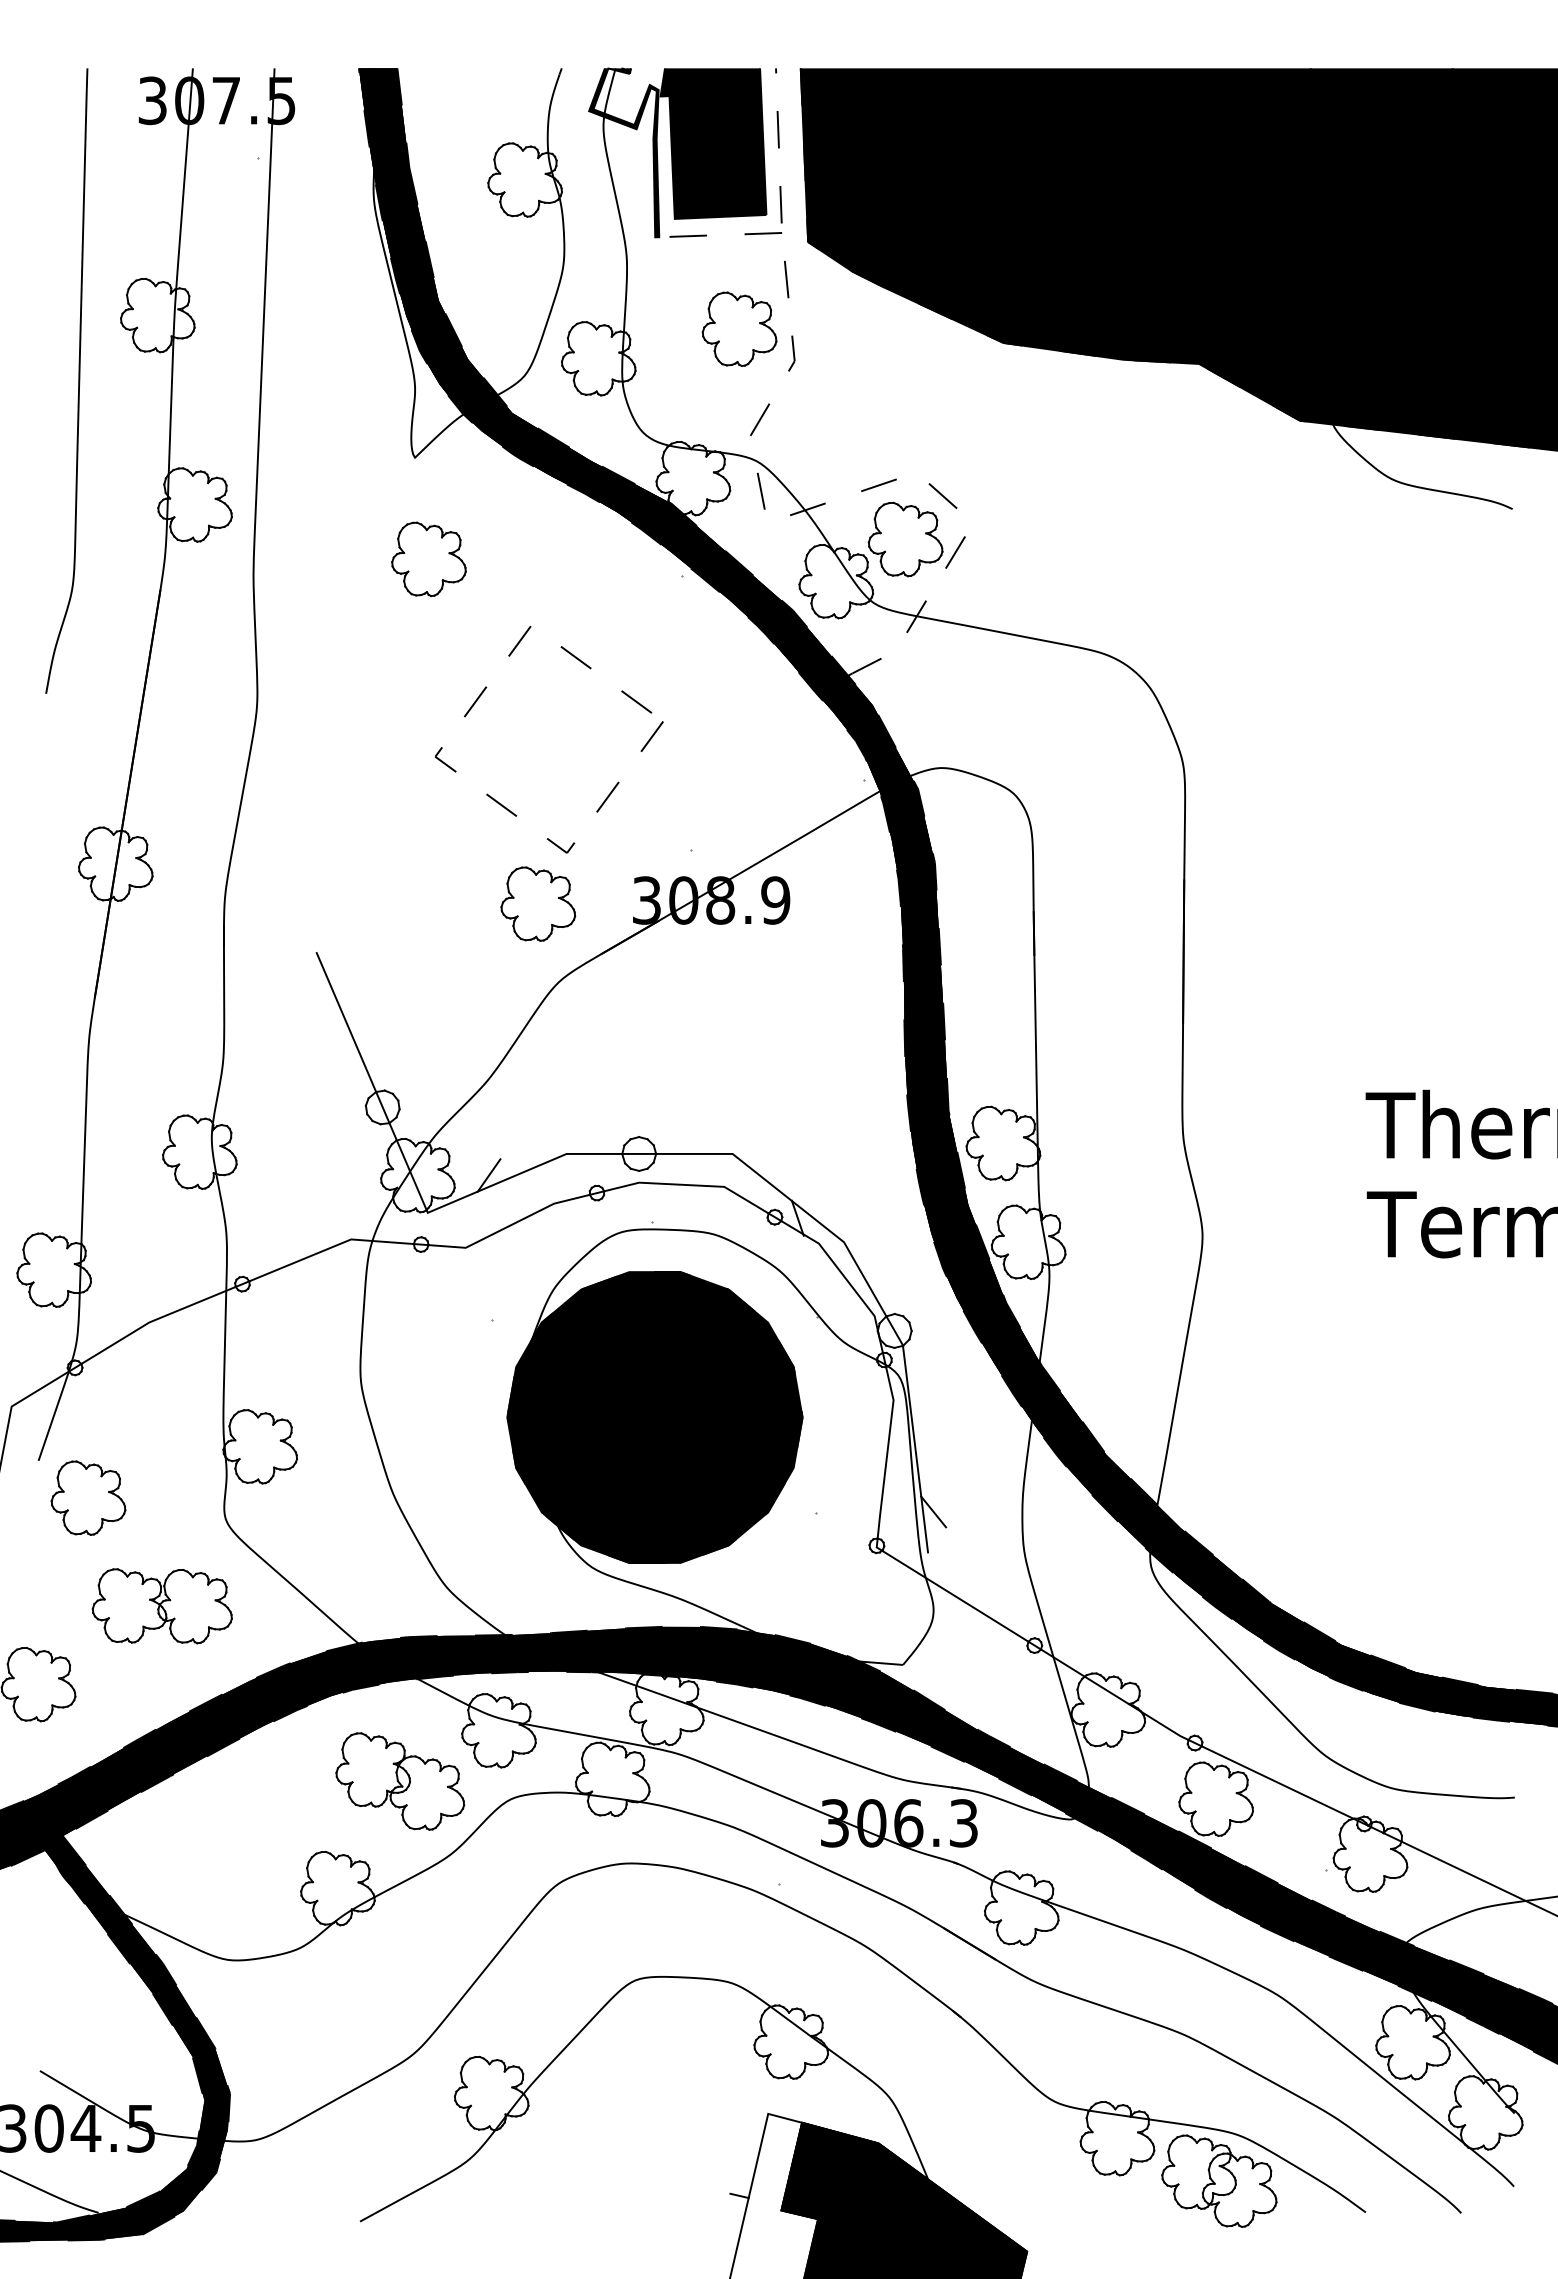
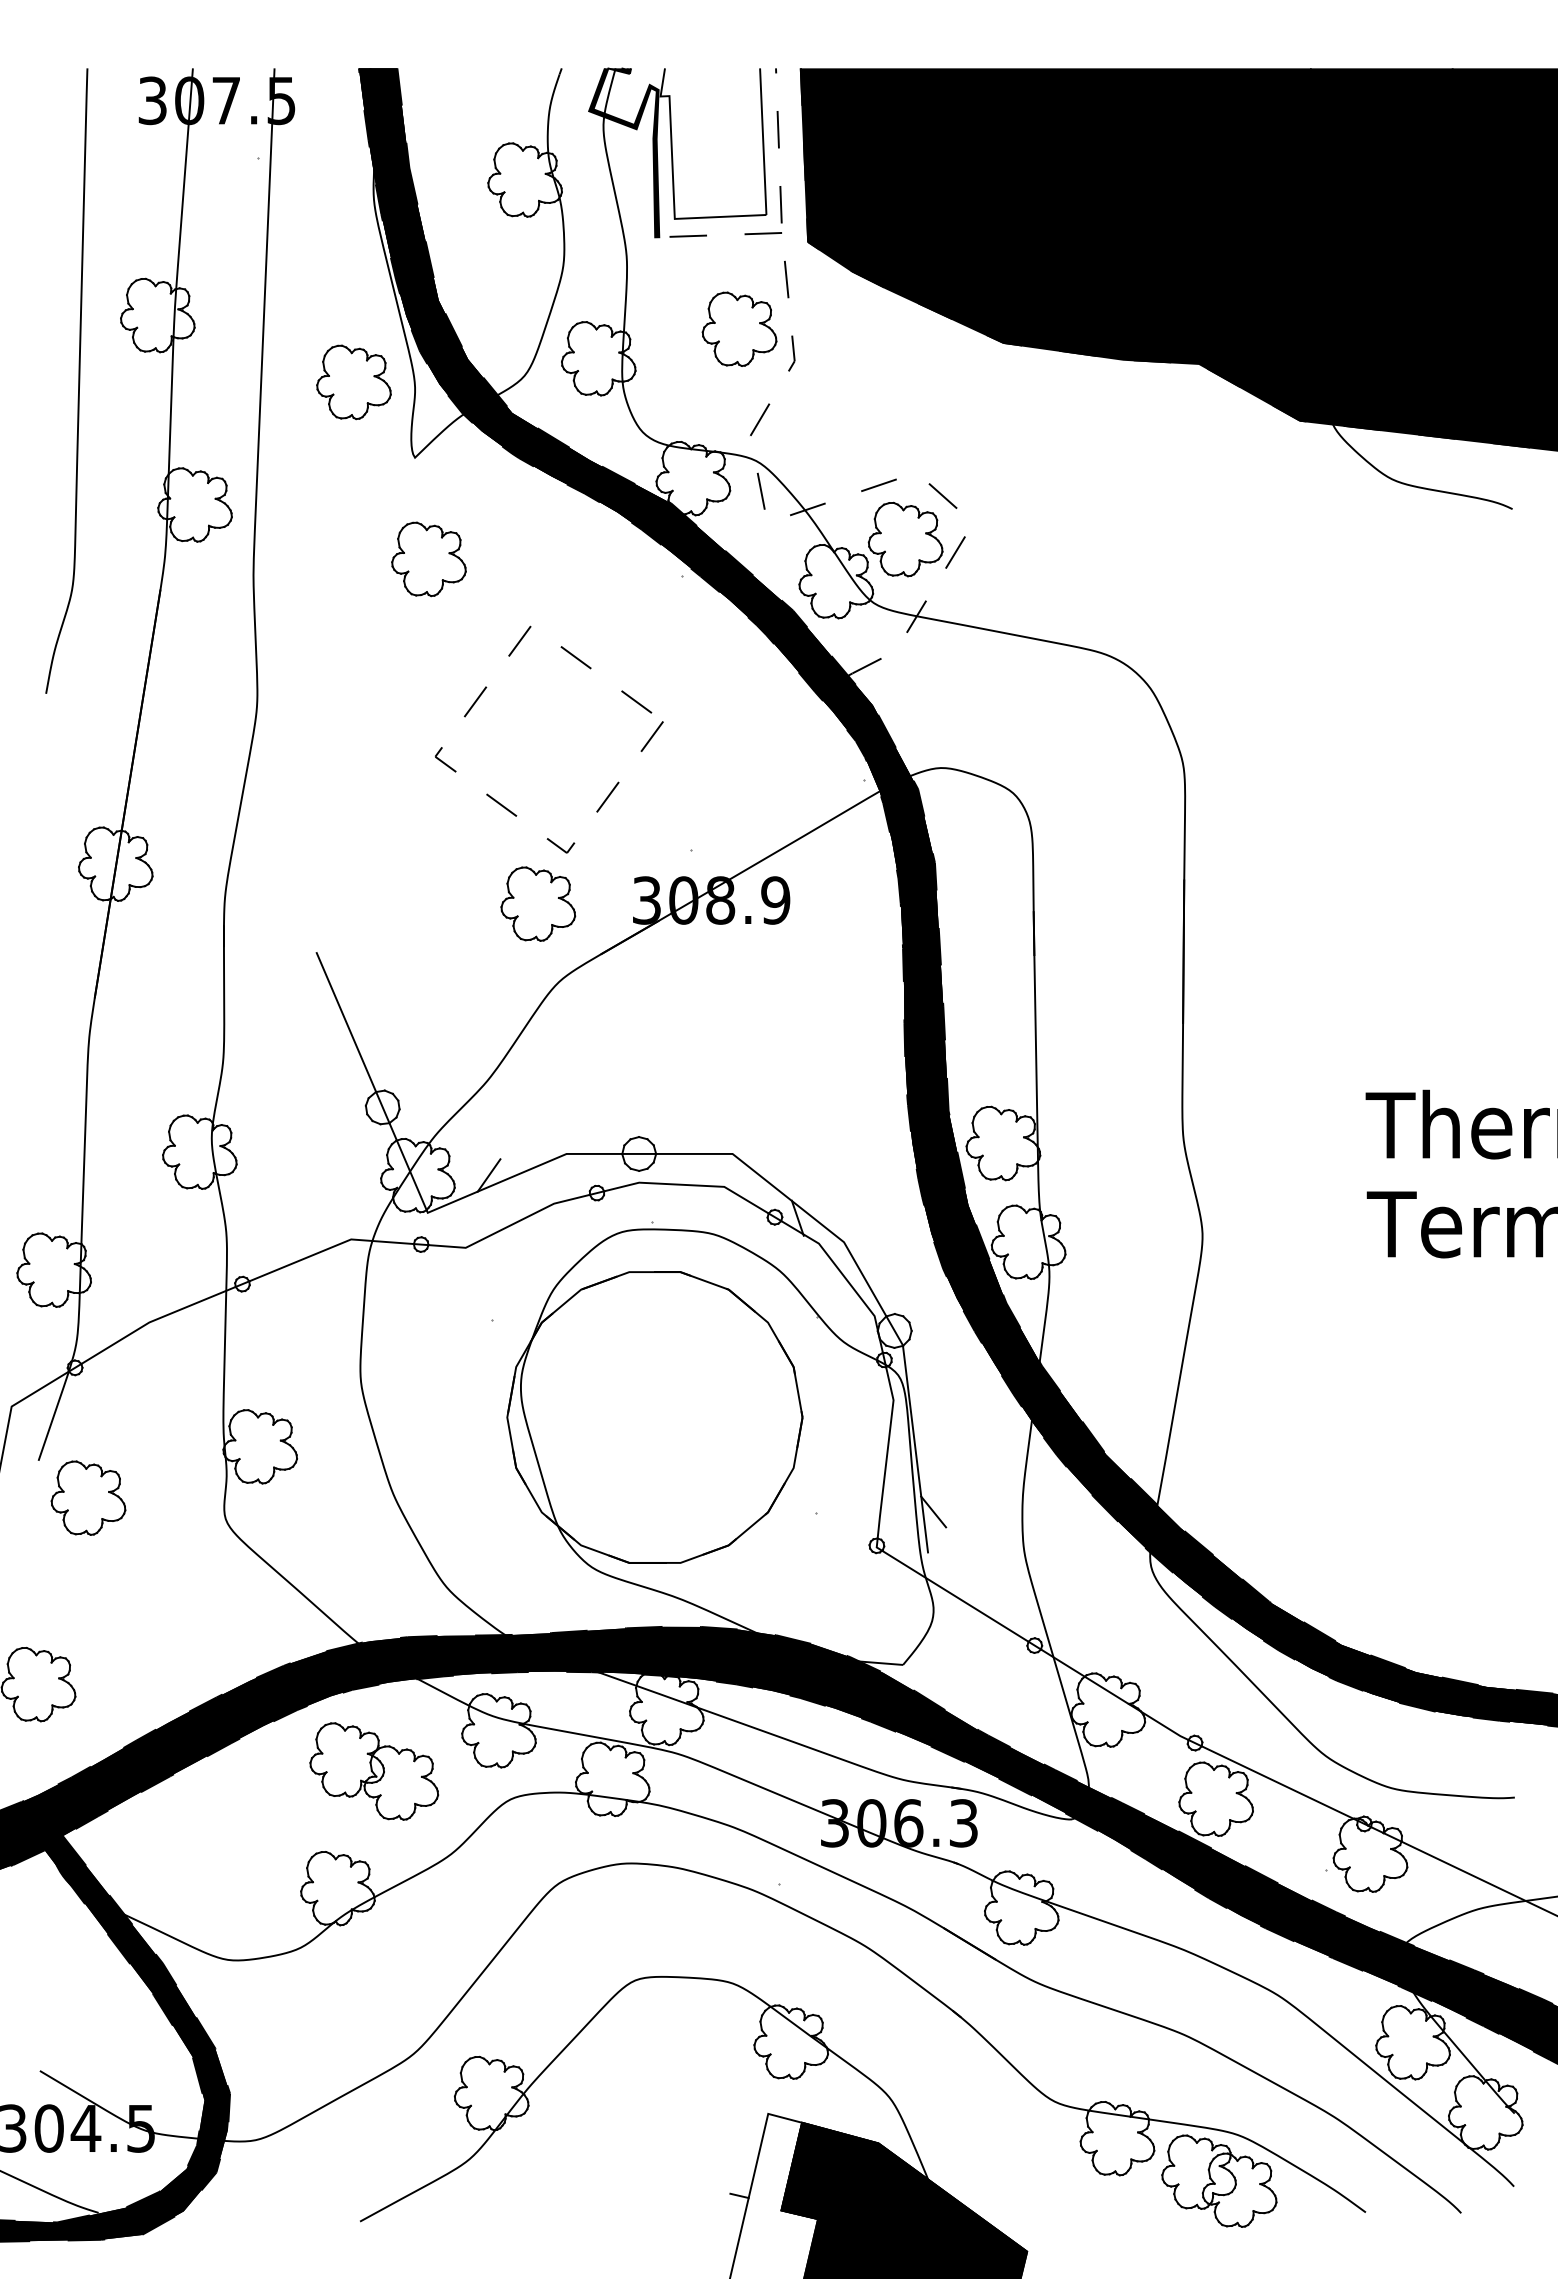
fill at (713, 143): present -> none
part at (353, 382): none -> present
fill at (654, 1417): present -> none
part at (161, 1606): present -> none
part at (400, 1781) position: (400, 1781) -> (374, 1771)
